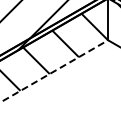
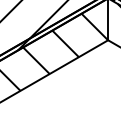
line at (54, 71): dashed -> solid
